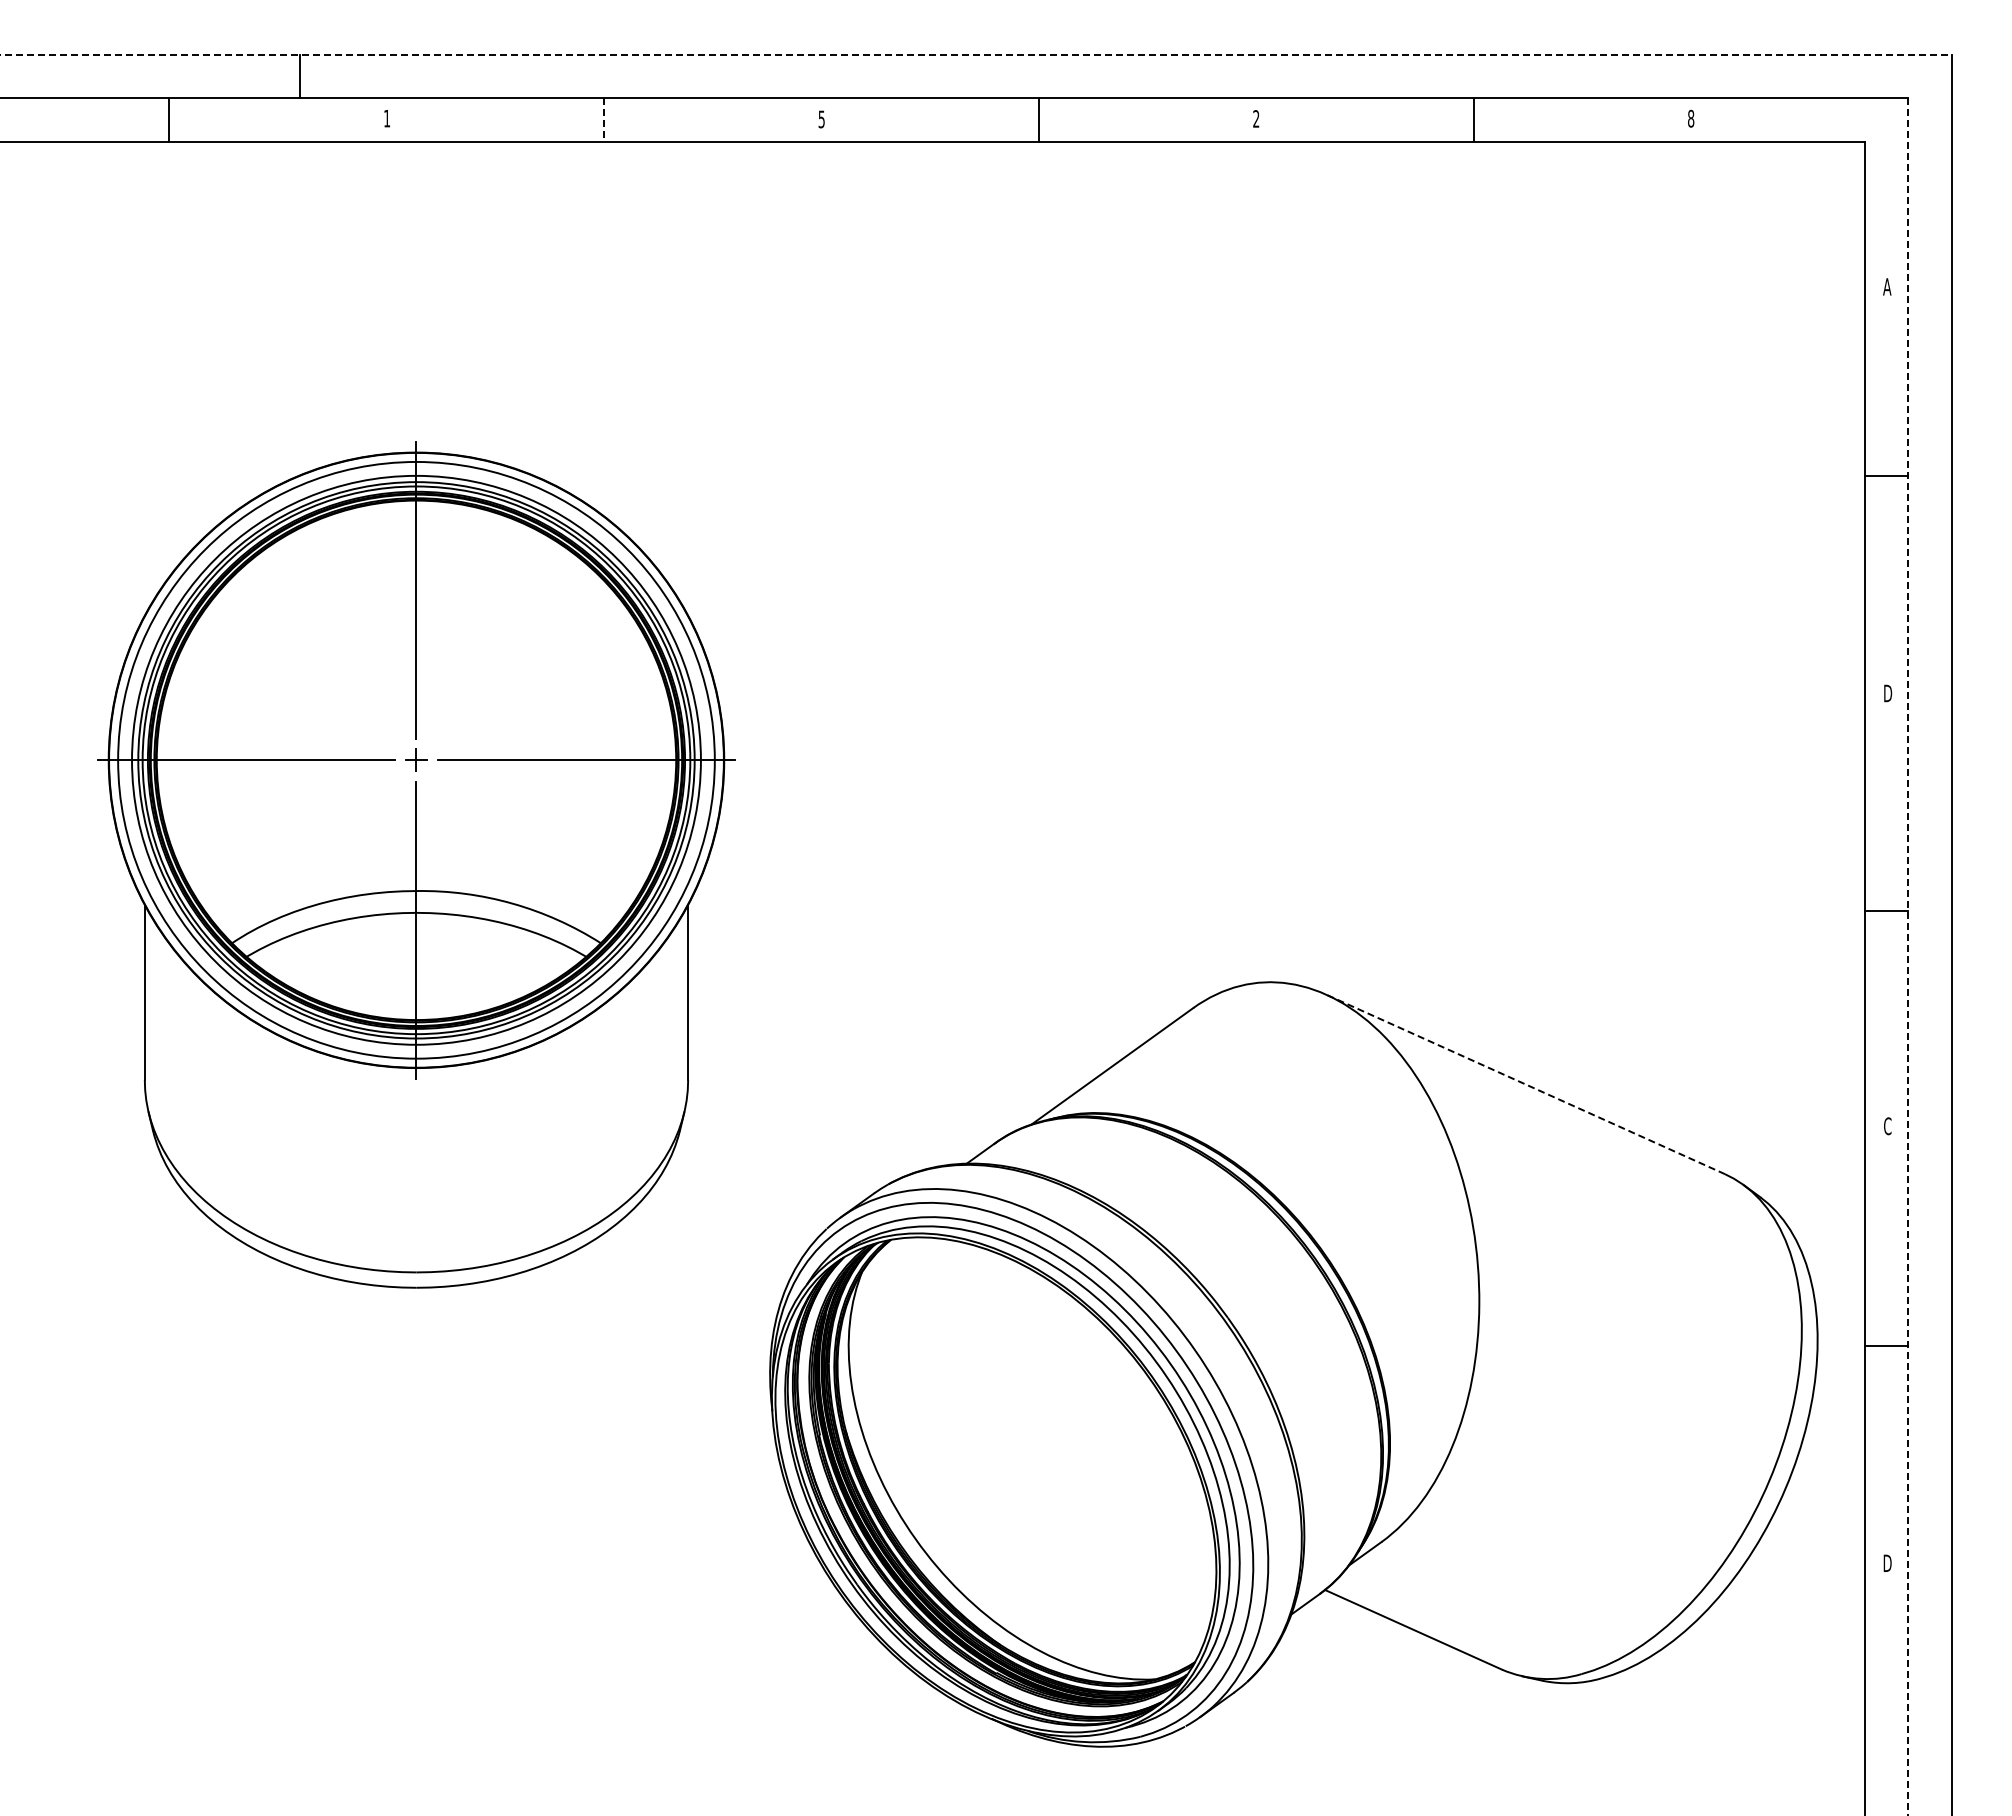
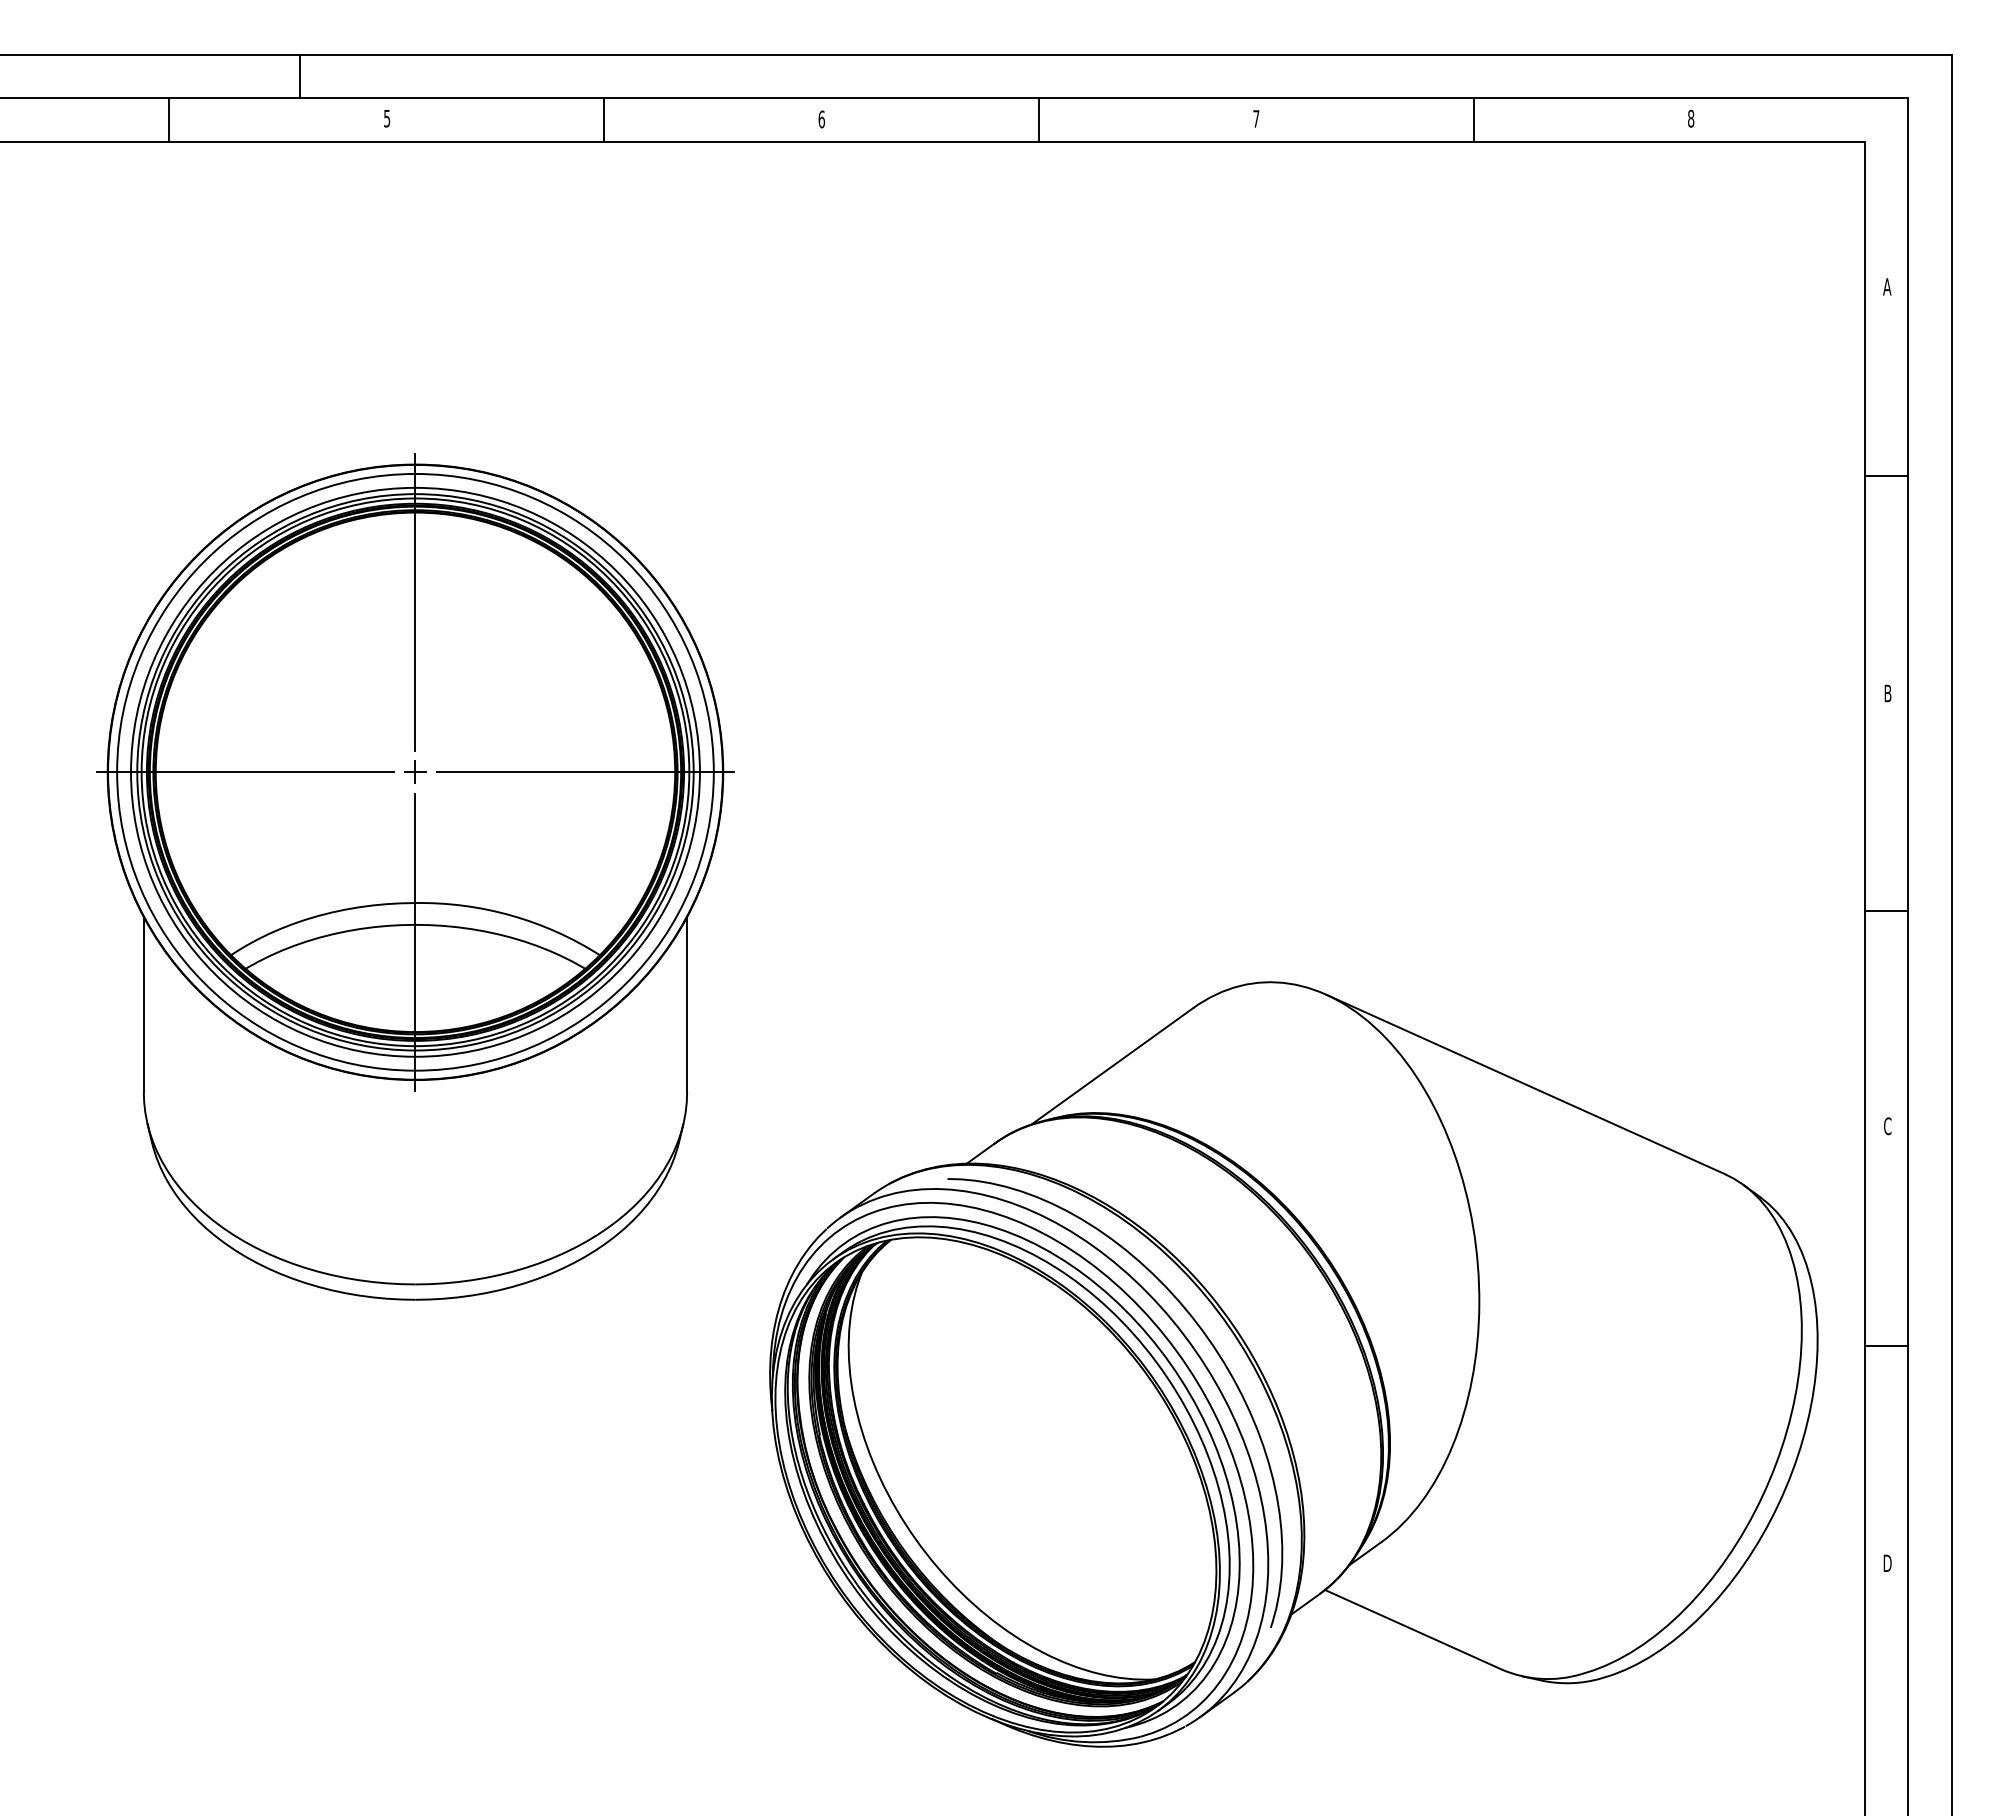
line at (975, 54): dashed -> solid
text at (387, 118): 1 -> 5
text at (1256, 118): 2 -> 7
line at (604, 119): dashed -> solid
text at (821, 119): 5 -> 6
text at (1888, 693): D -> B
part at (416, 864) position: (416, 864) -> (415, 876)
line at (1908, 956): dashed -> solid
line at (1525, 1084): dashed -> solid
part at (1206, 1338): none -> present
